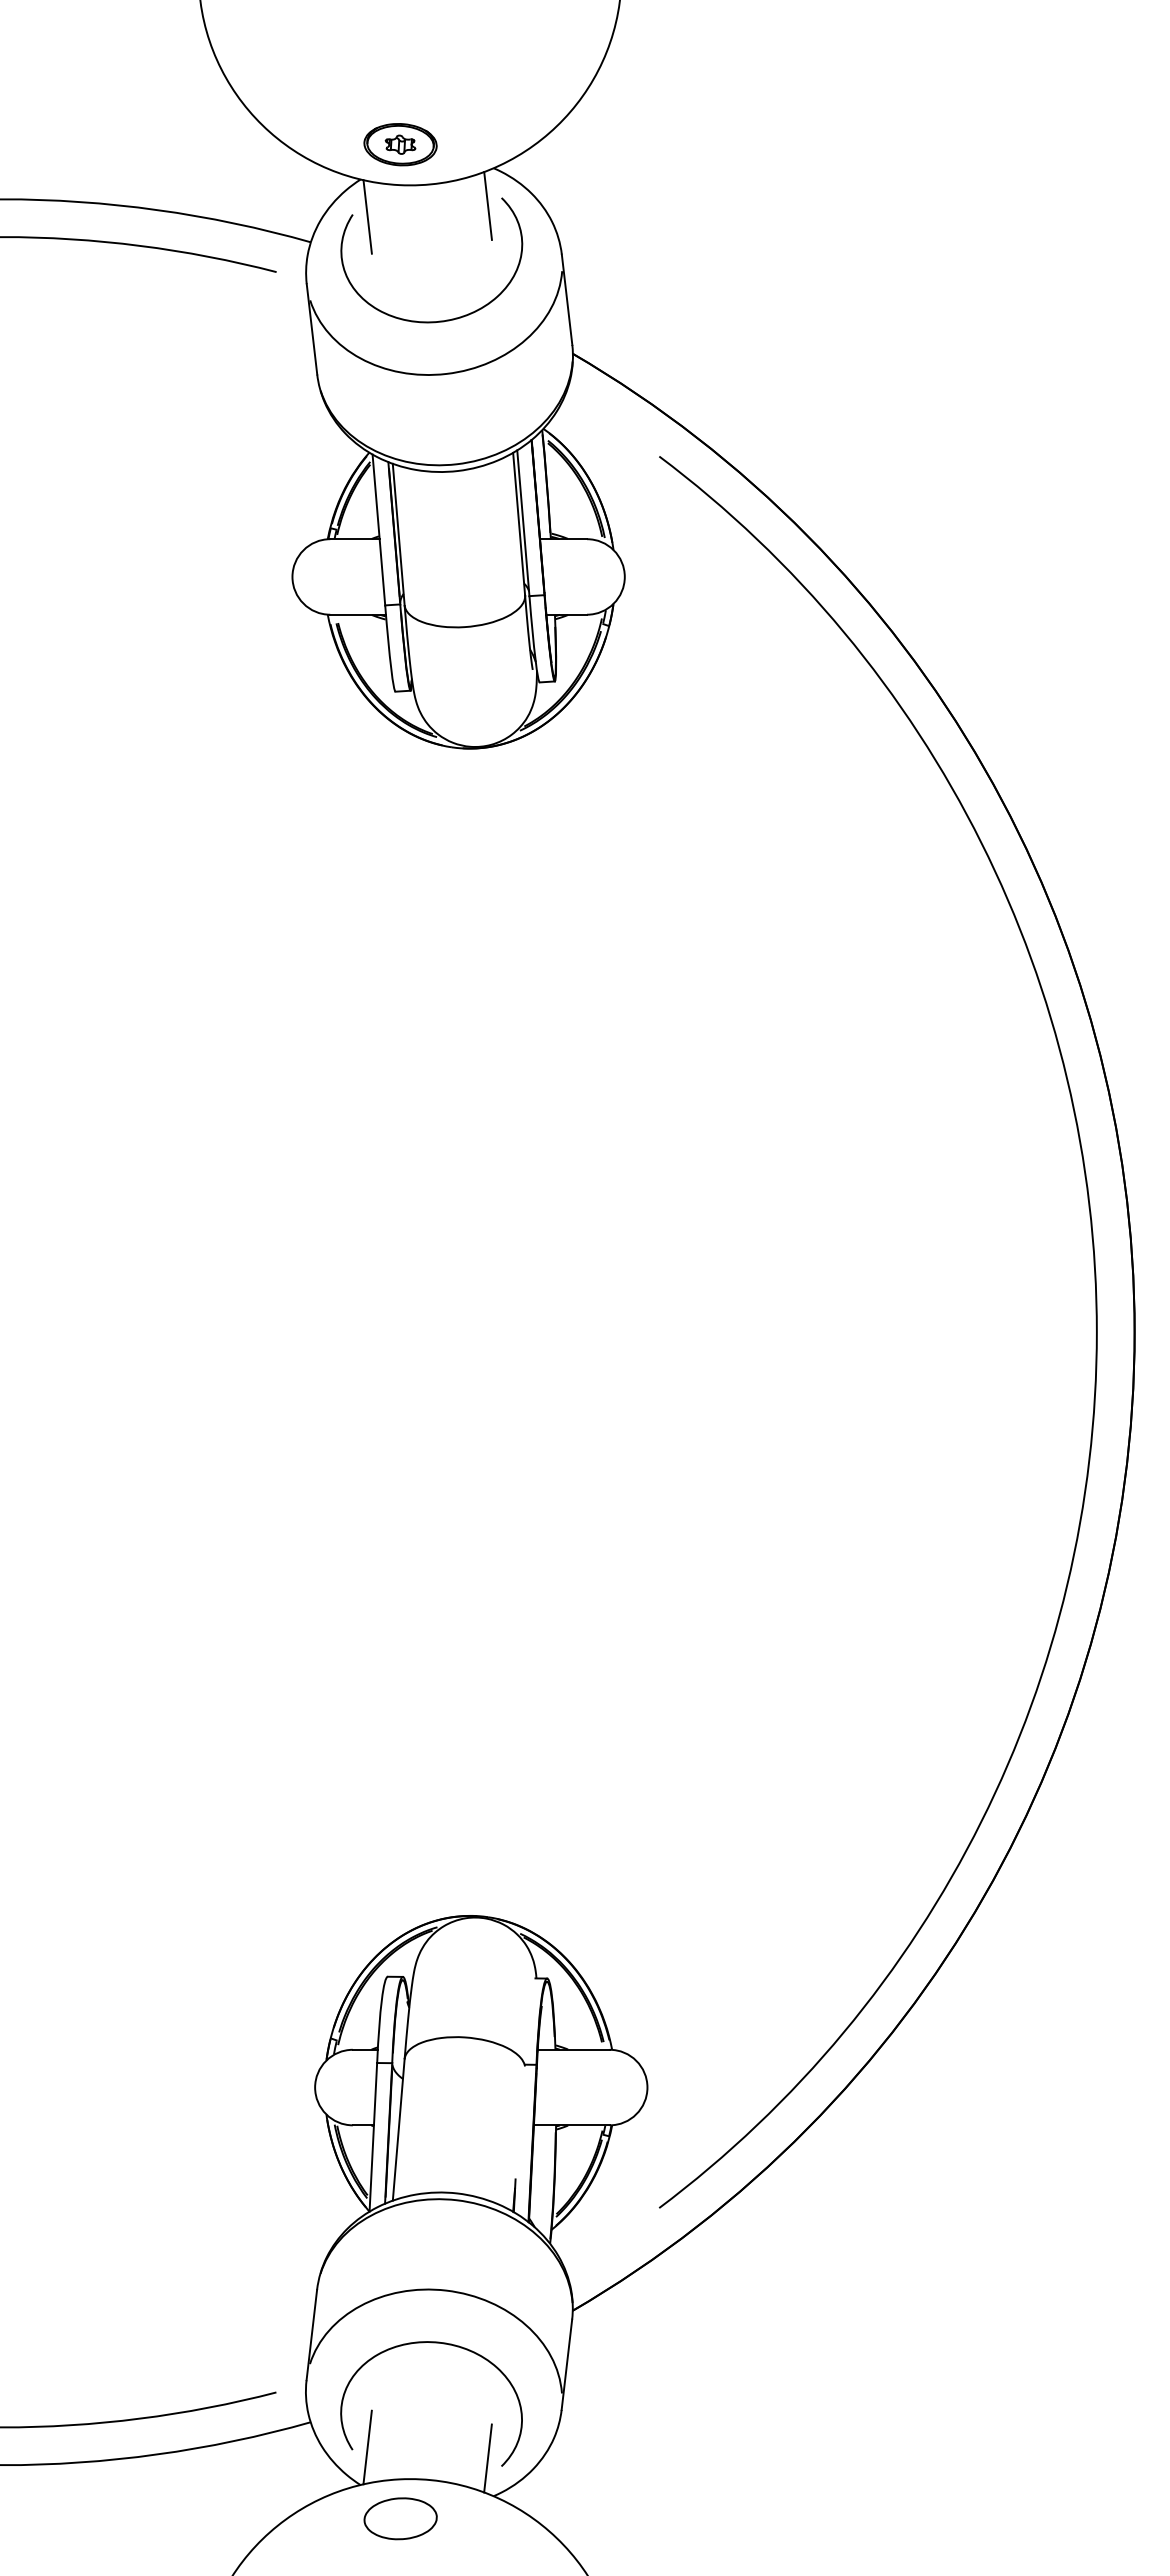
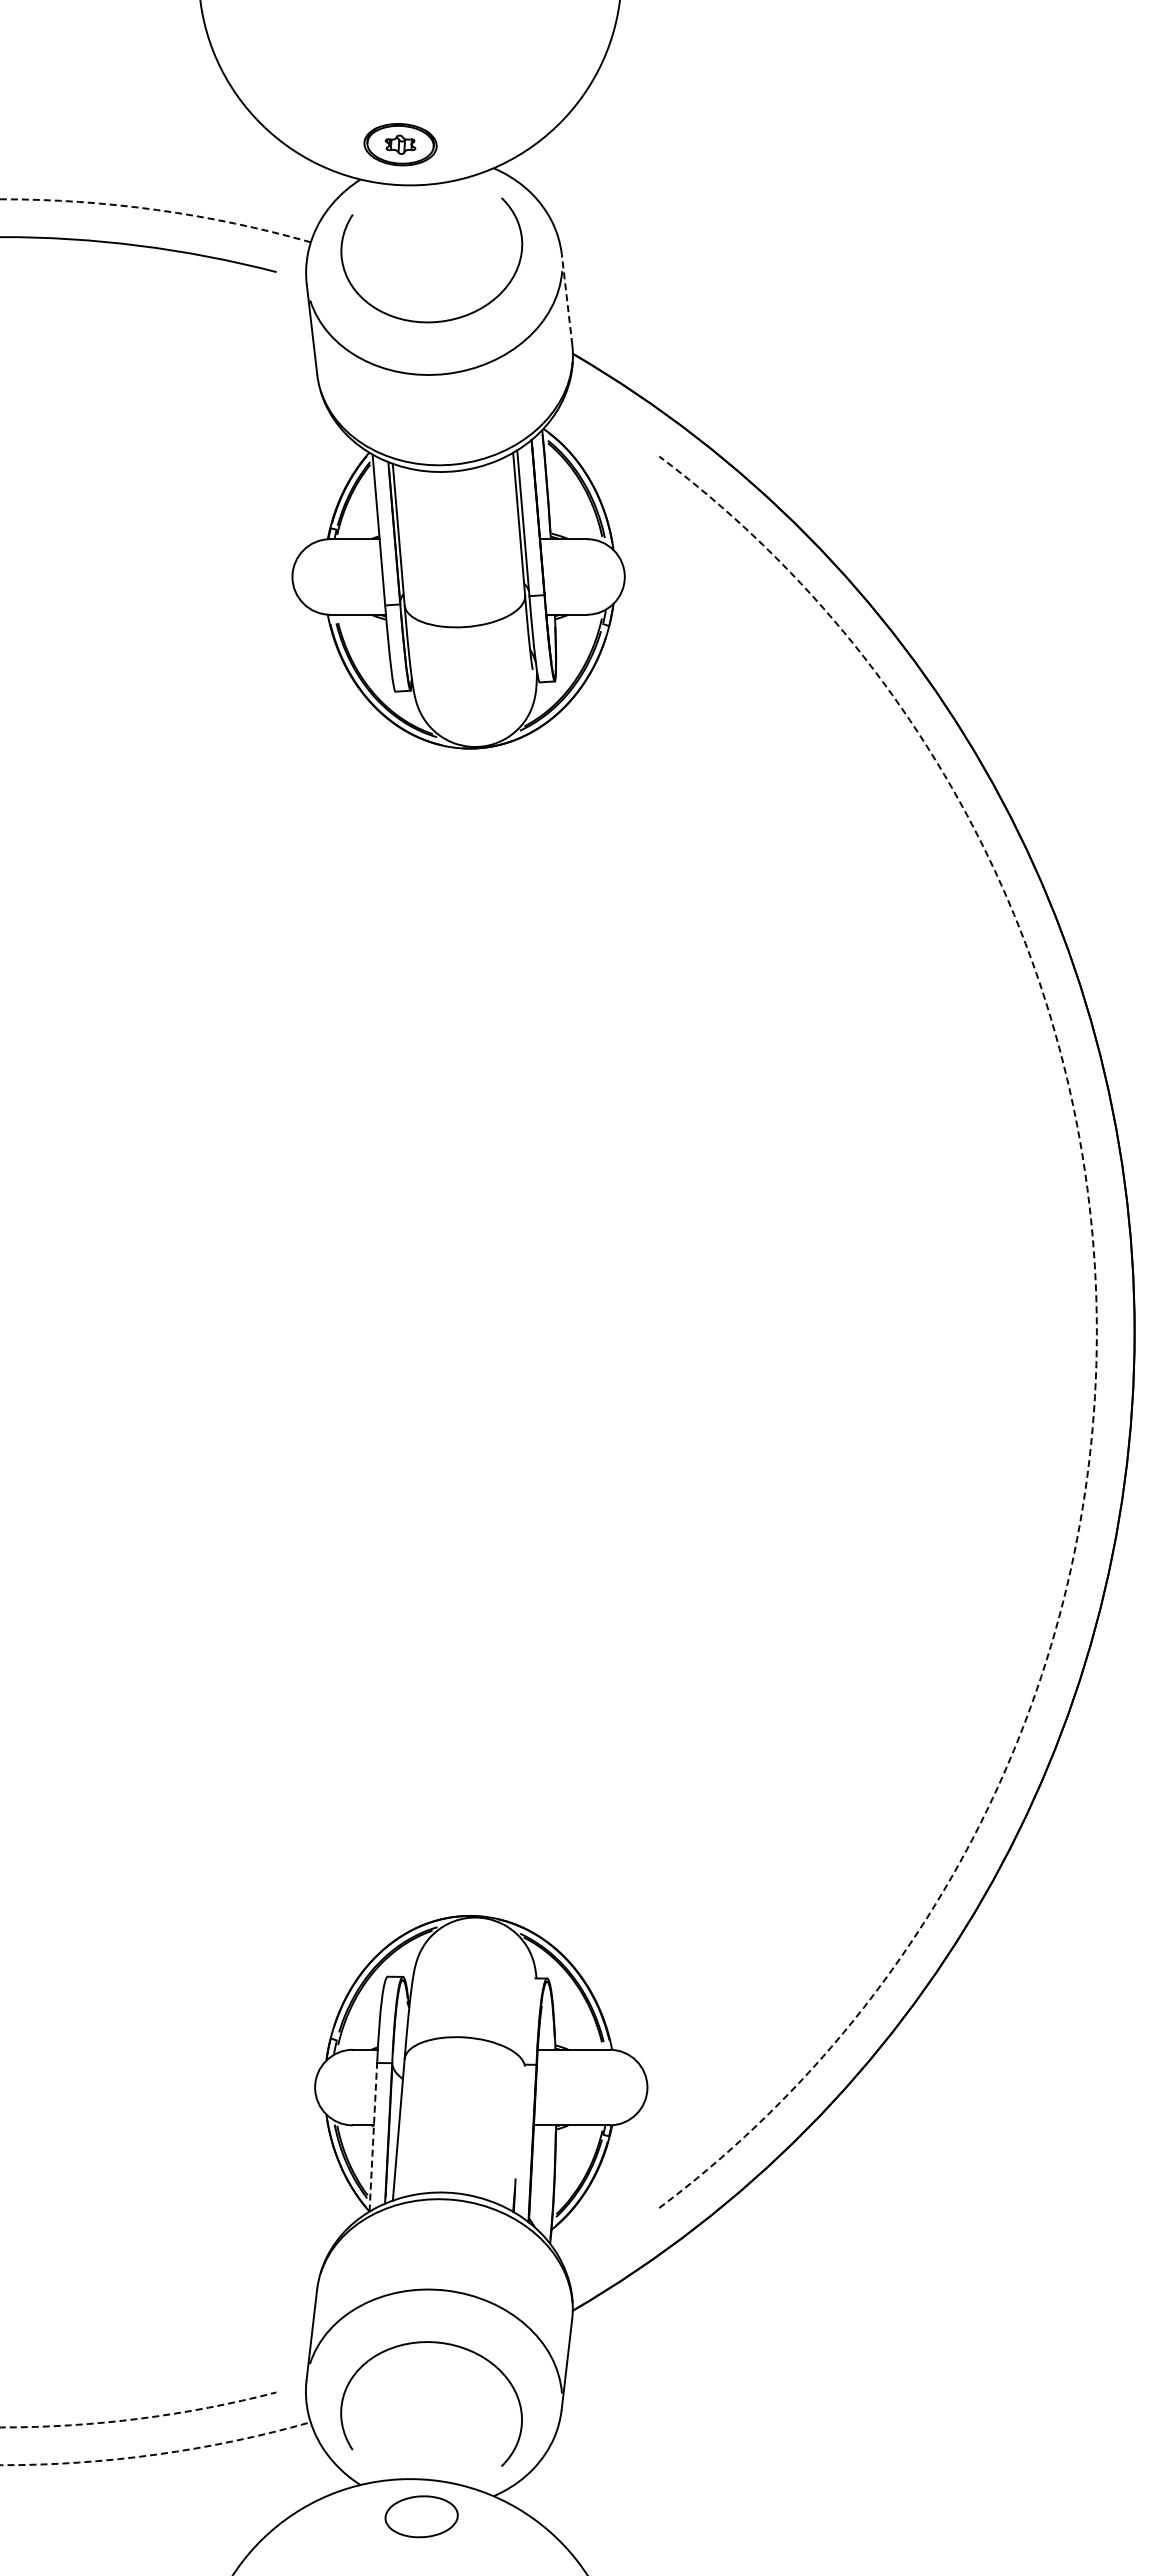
line at (487, 205): present -> none
arc at (156, 209): solid -> dashed
line at (367, 216): present -> none
line at (567, 299): solid -> dashed
arc at (1096, 1332): solid -> dashed
line at (373, 2136): solid -> dashed
arc at (139, 2418): solid -> dashed
line at (367, 2447): present -> none
arc at (157, 2454): solid -> dashed
line at (487, 2458): present -> none
part at (400, 2518) position: (400, 2518) -> (421, 2516)
